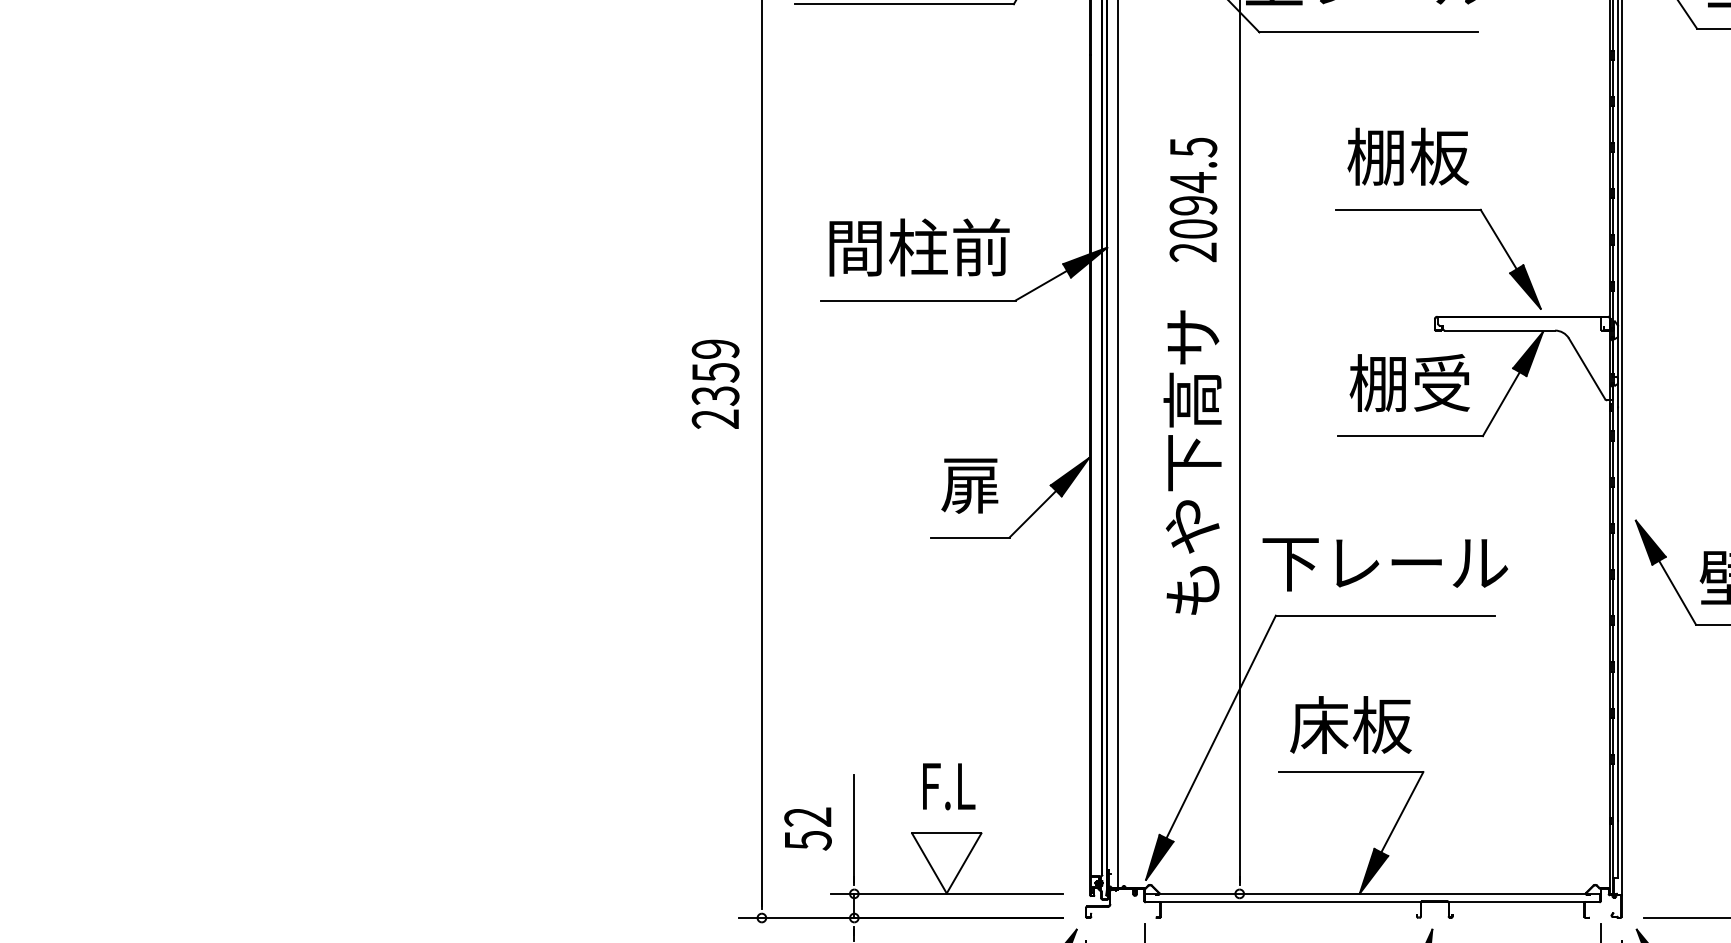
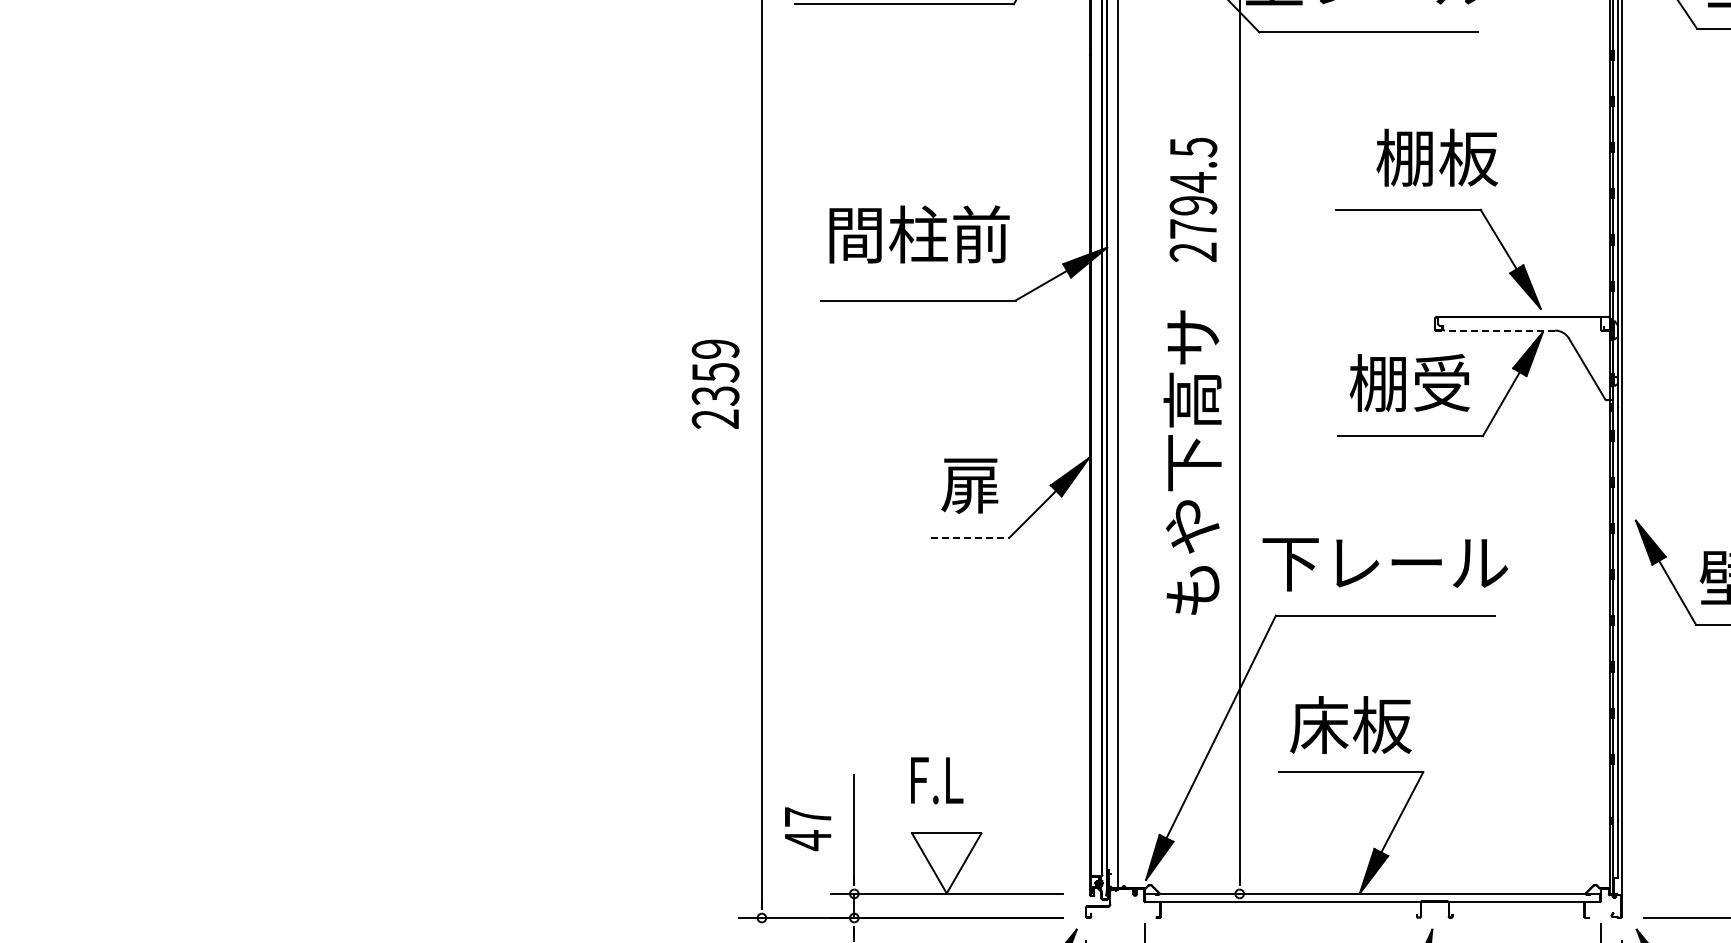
text at (1407, 156) position: (1407, 156) -> (1436, 157)
text at (1193, 228): 2094.5 -> 2794.5
text at (919, 247) position: (919, 247) -> (919, 234)
line at (1499, 330): solid -> dashed
line at (970, 537): solid -> dashed
text at (949, 786) position: (949, 786) -> (937, 780)
text at (807, 829): 52 -> 47
